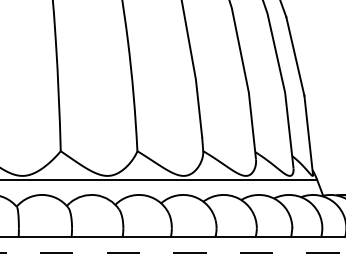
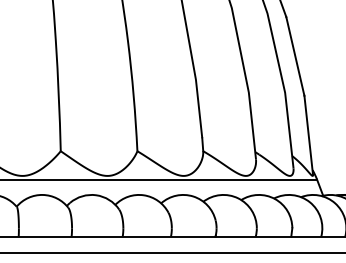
line at (172, 253): dashed -> solid
